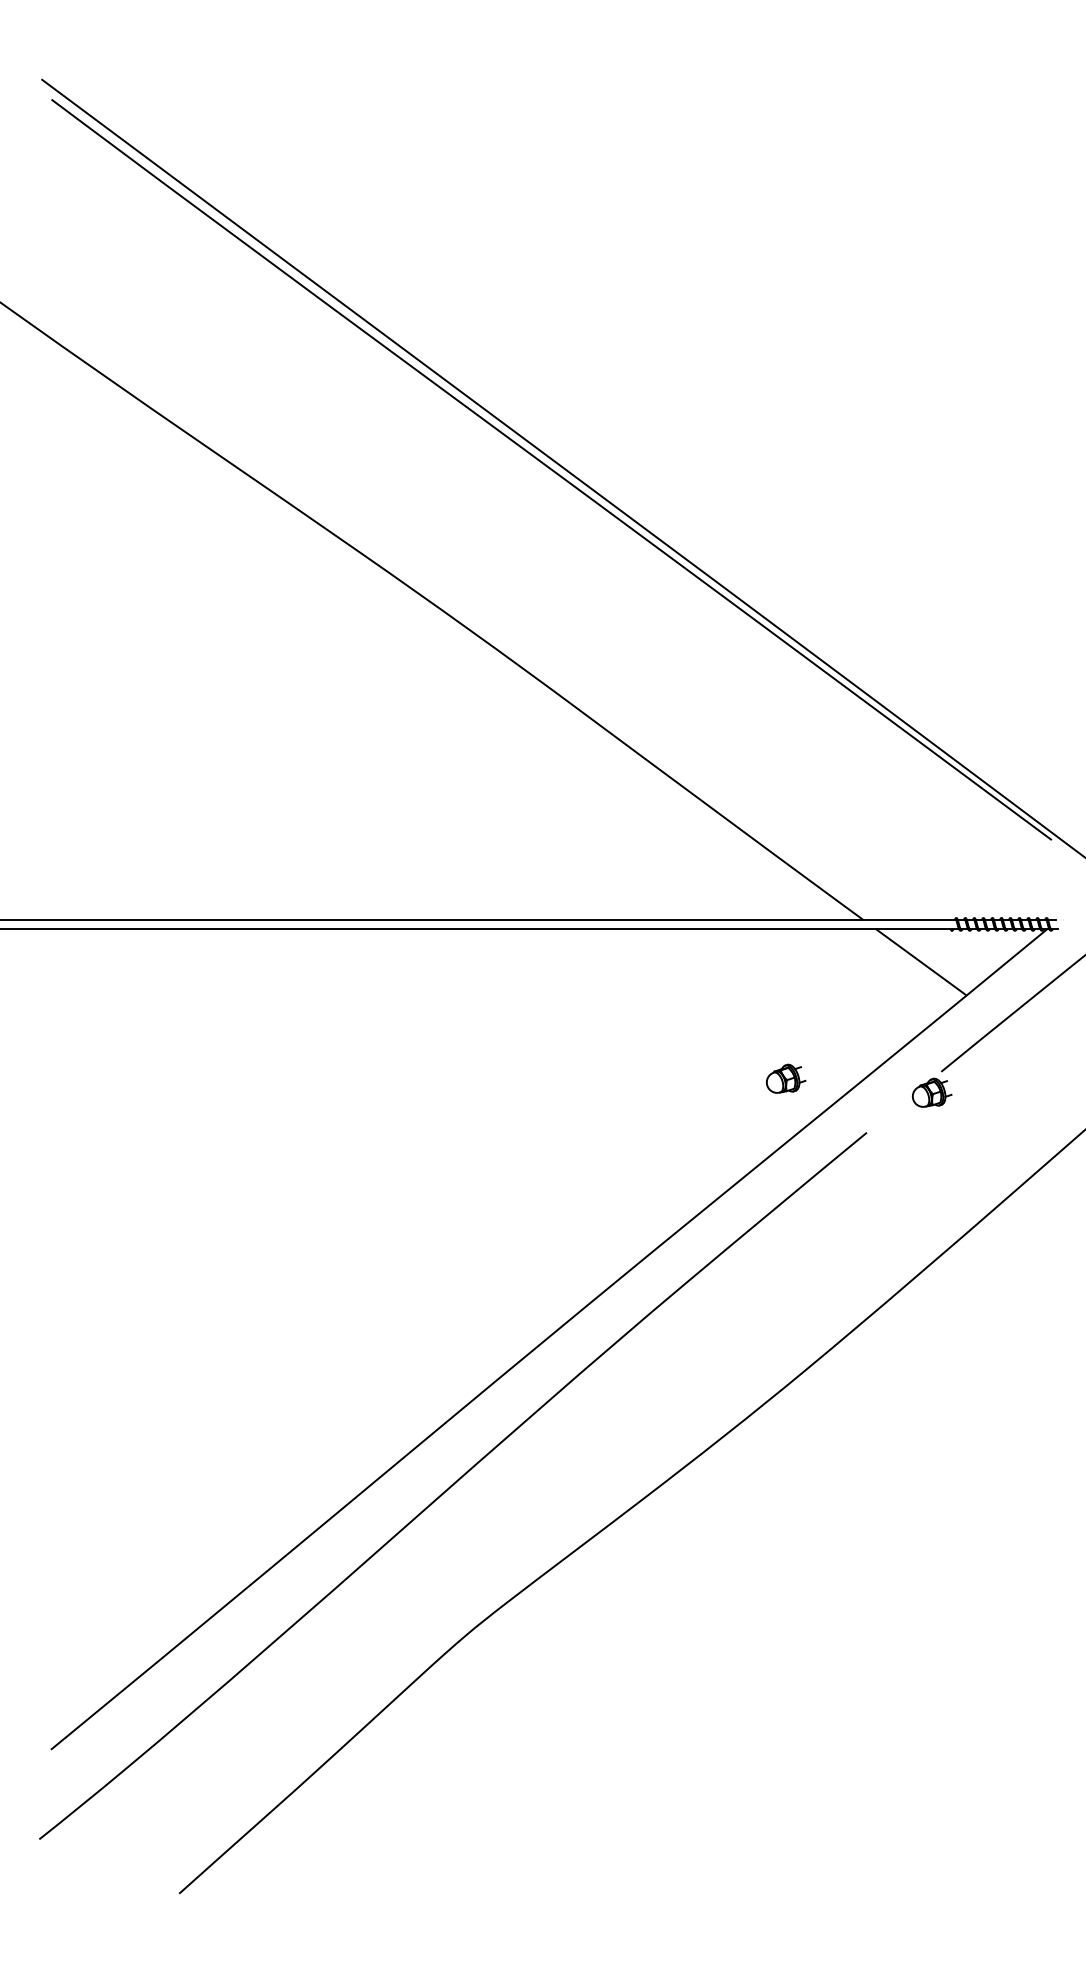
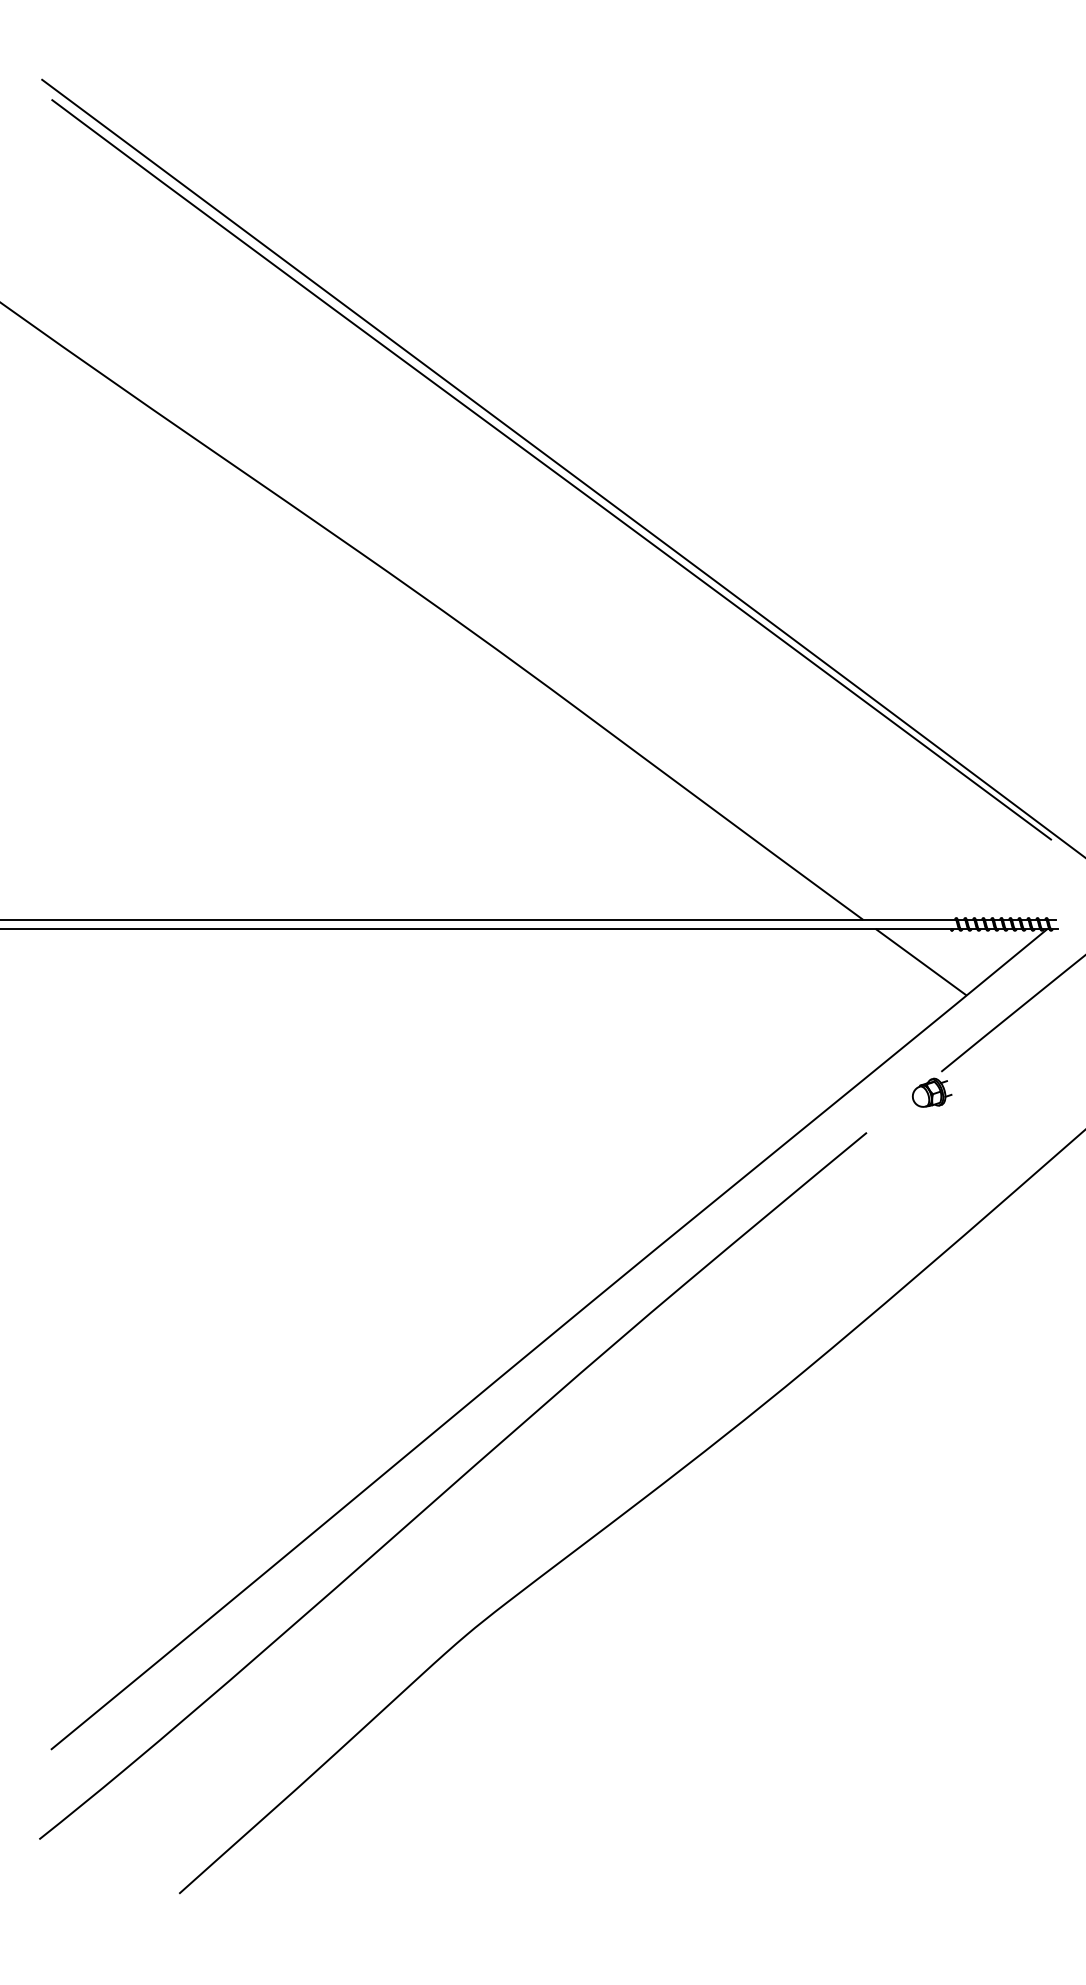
part at (785, 1078): present -> none
